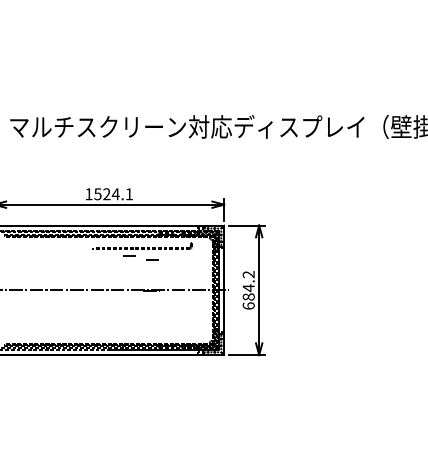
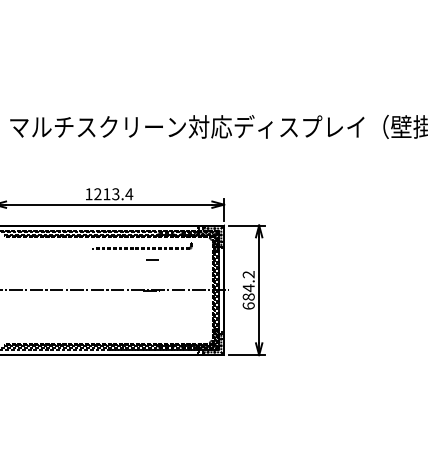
text at (113, 194): 1524.1 -> 1213.4
line at (129, 255): present -> none
